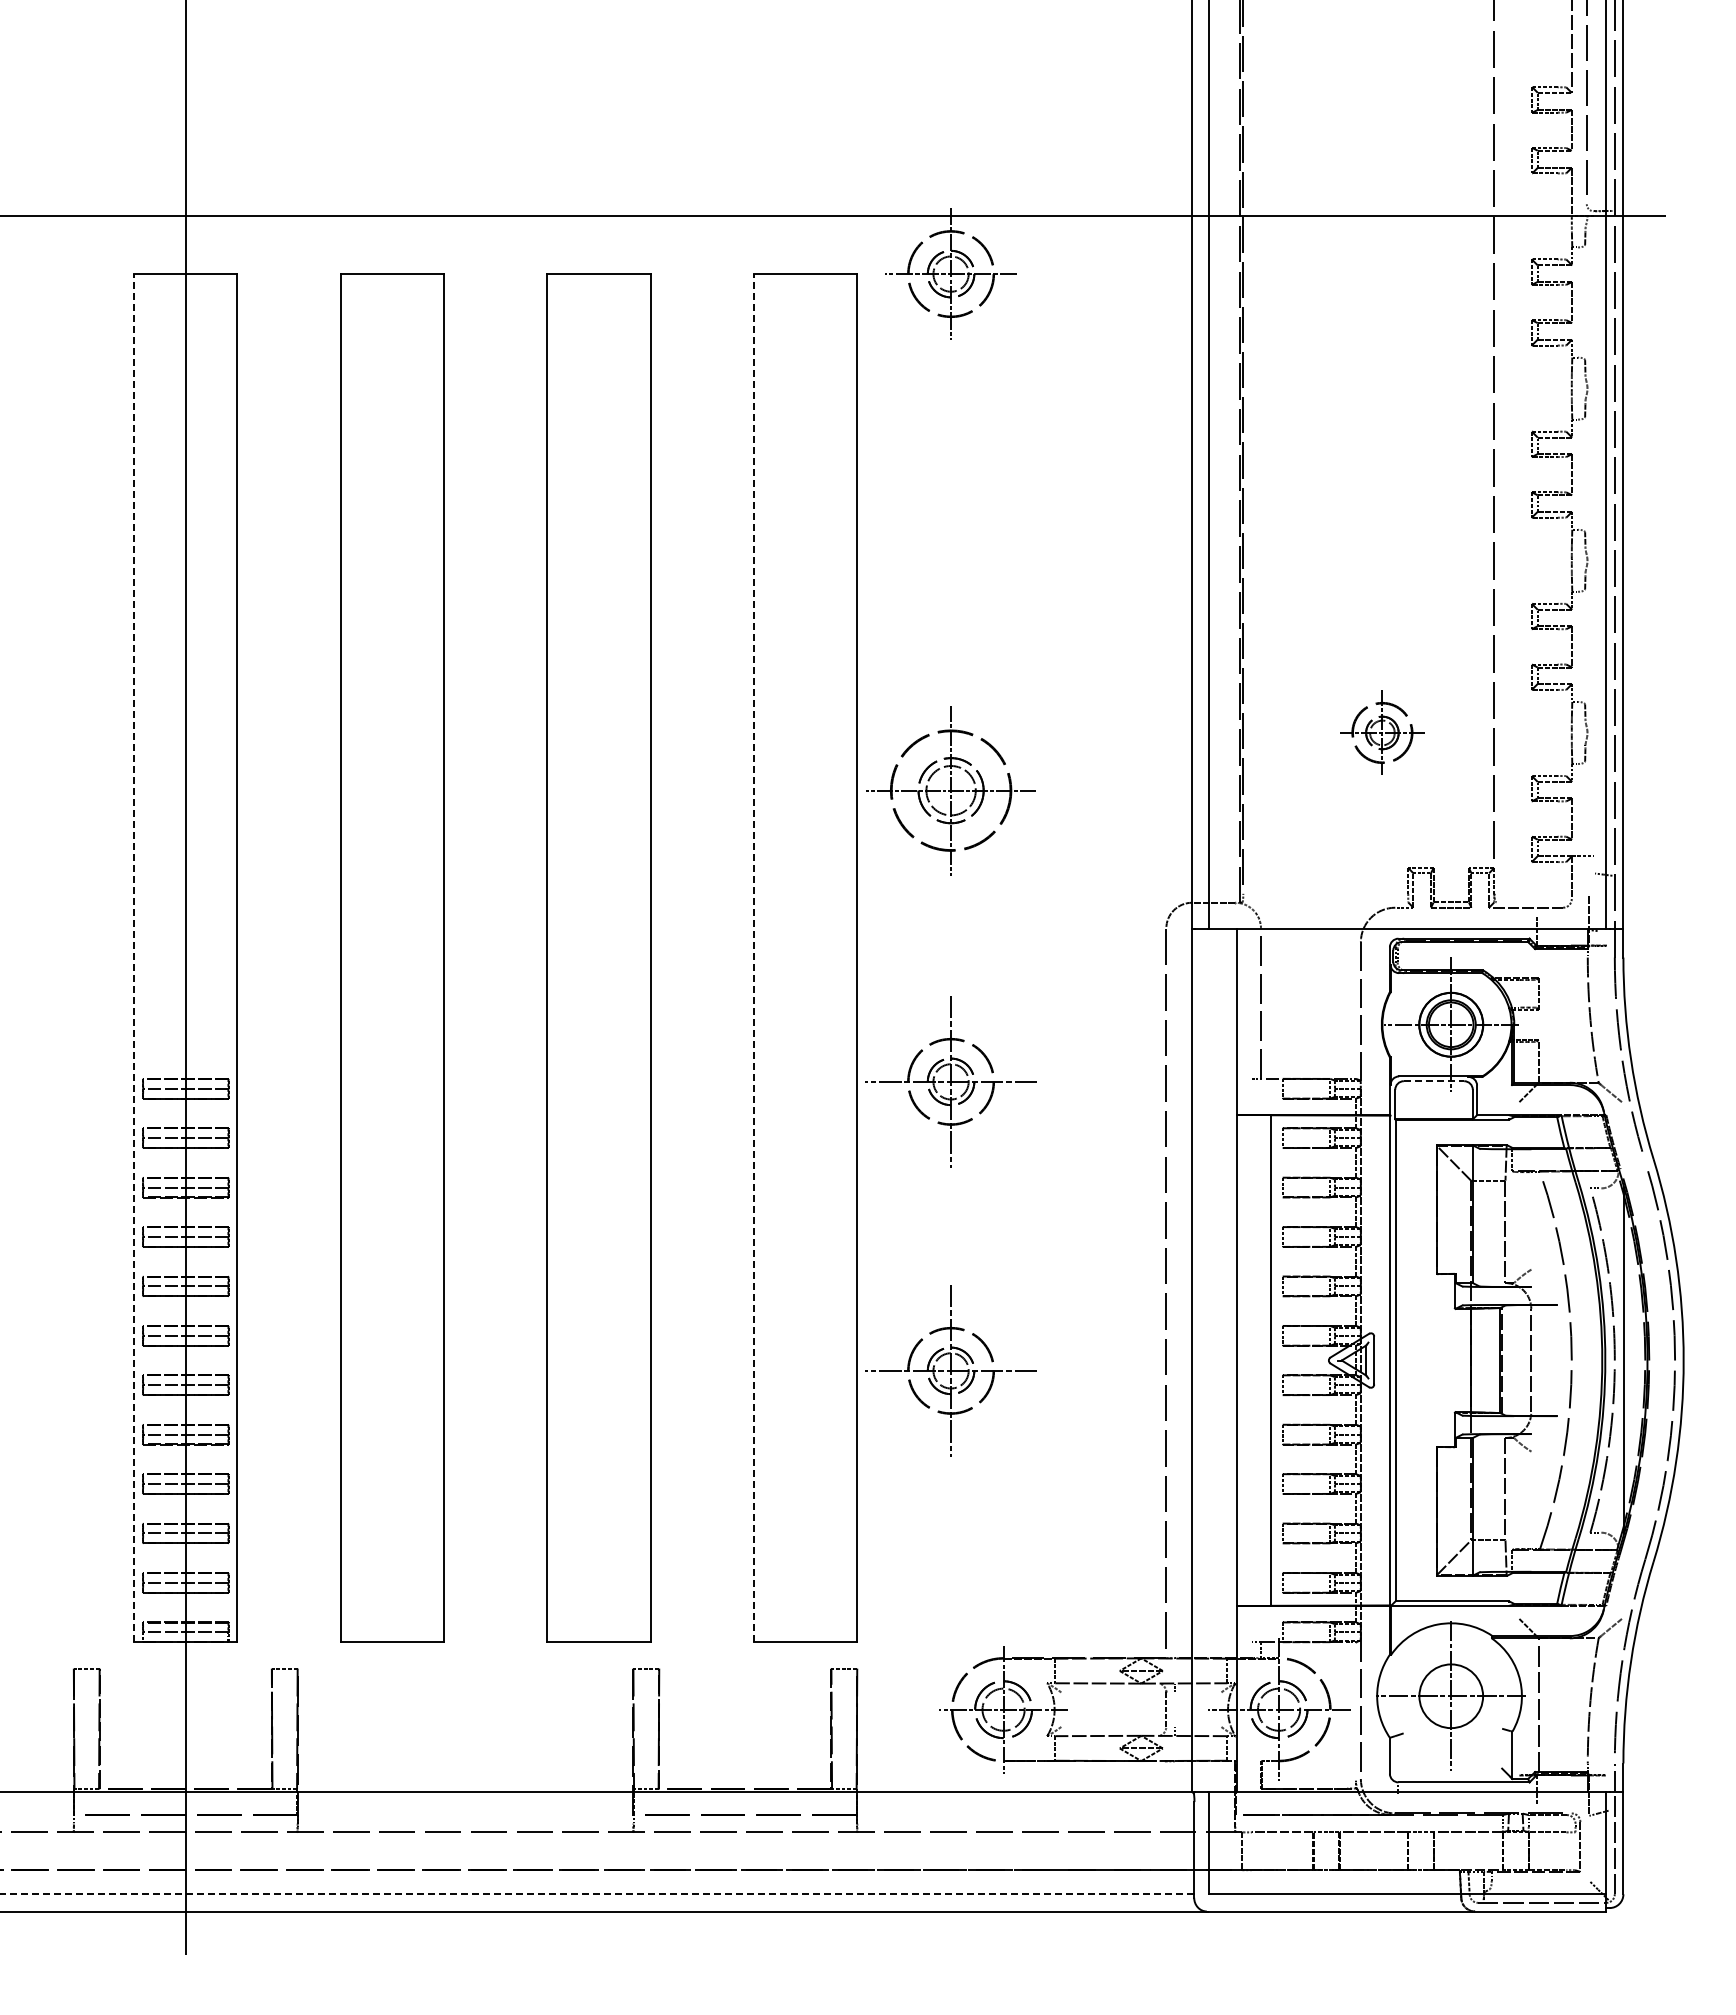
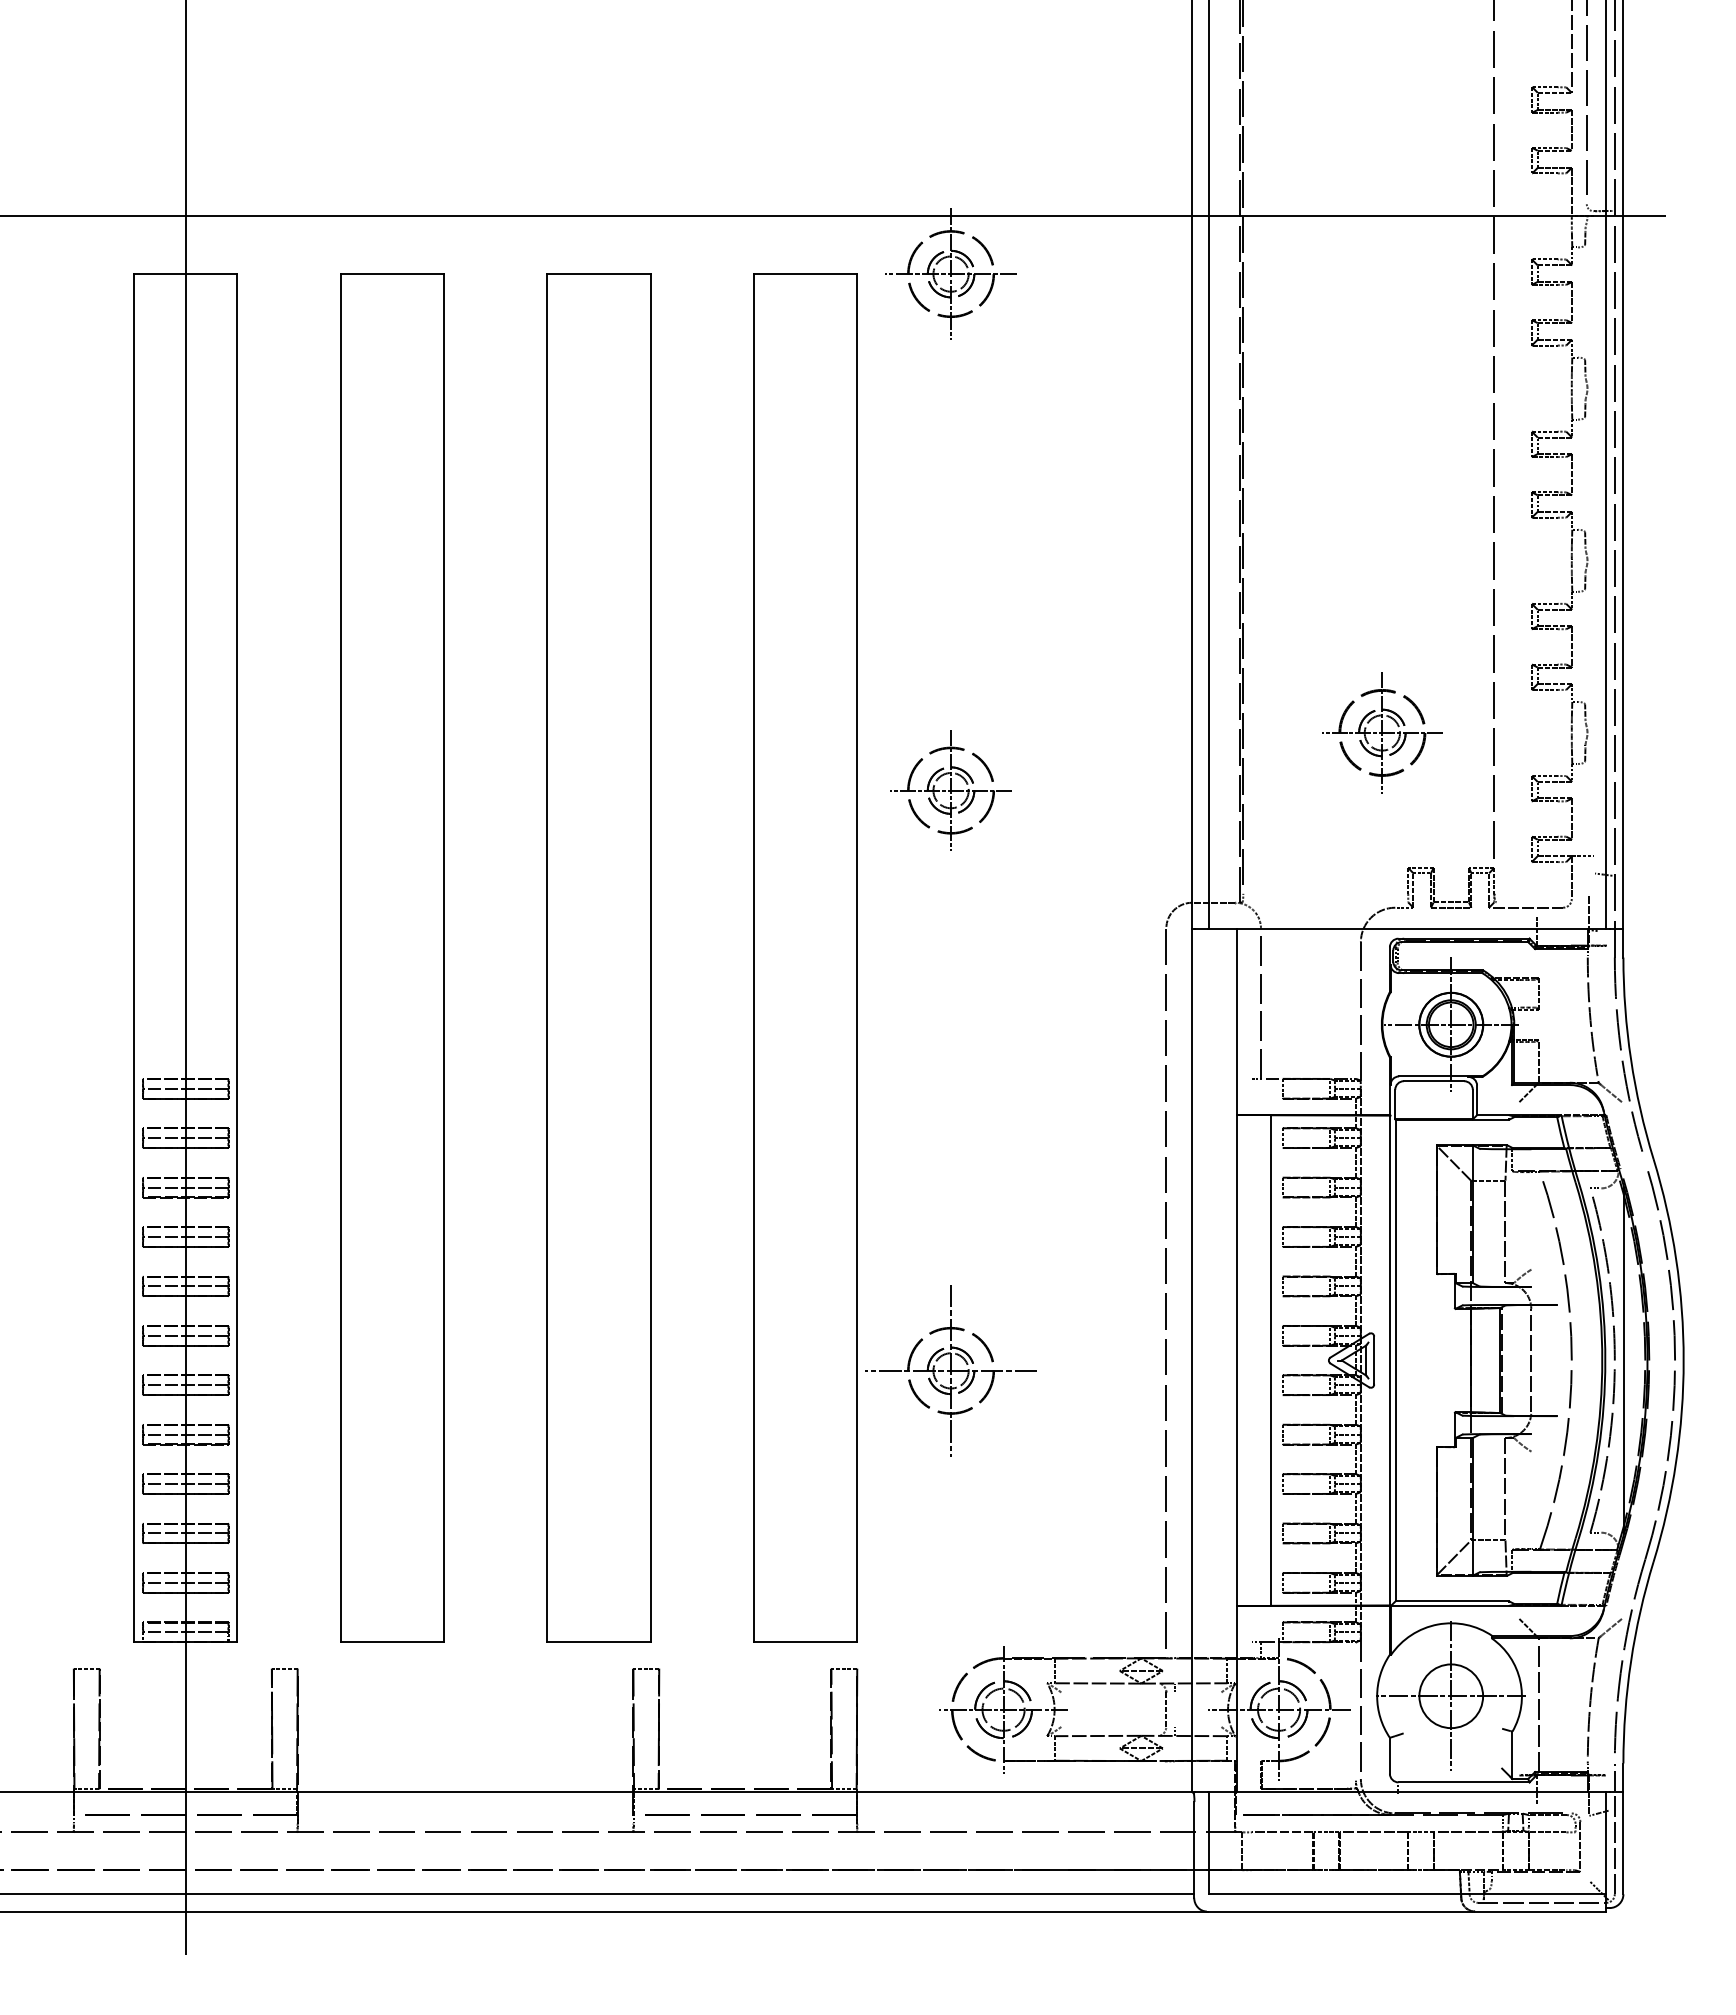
part at (1382, 732) size: 85x85 px -> 121x122 px
part at (950, 790) size: 170x170 px -> 122x121 px
line at (134, 957): dashed -> solid
line at (753, 957): dashed -> solid
part at (950, 1081): present -> none
line at (1434, 1081): dashed -> solid
line at (597, 1894): dashed -> solid
